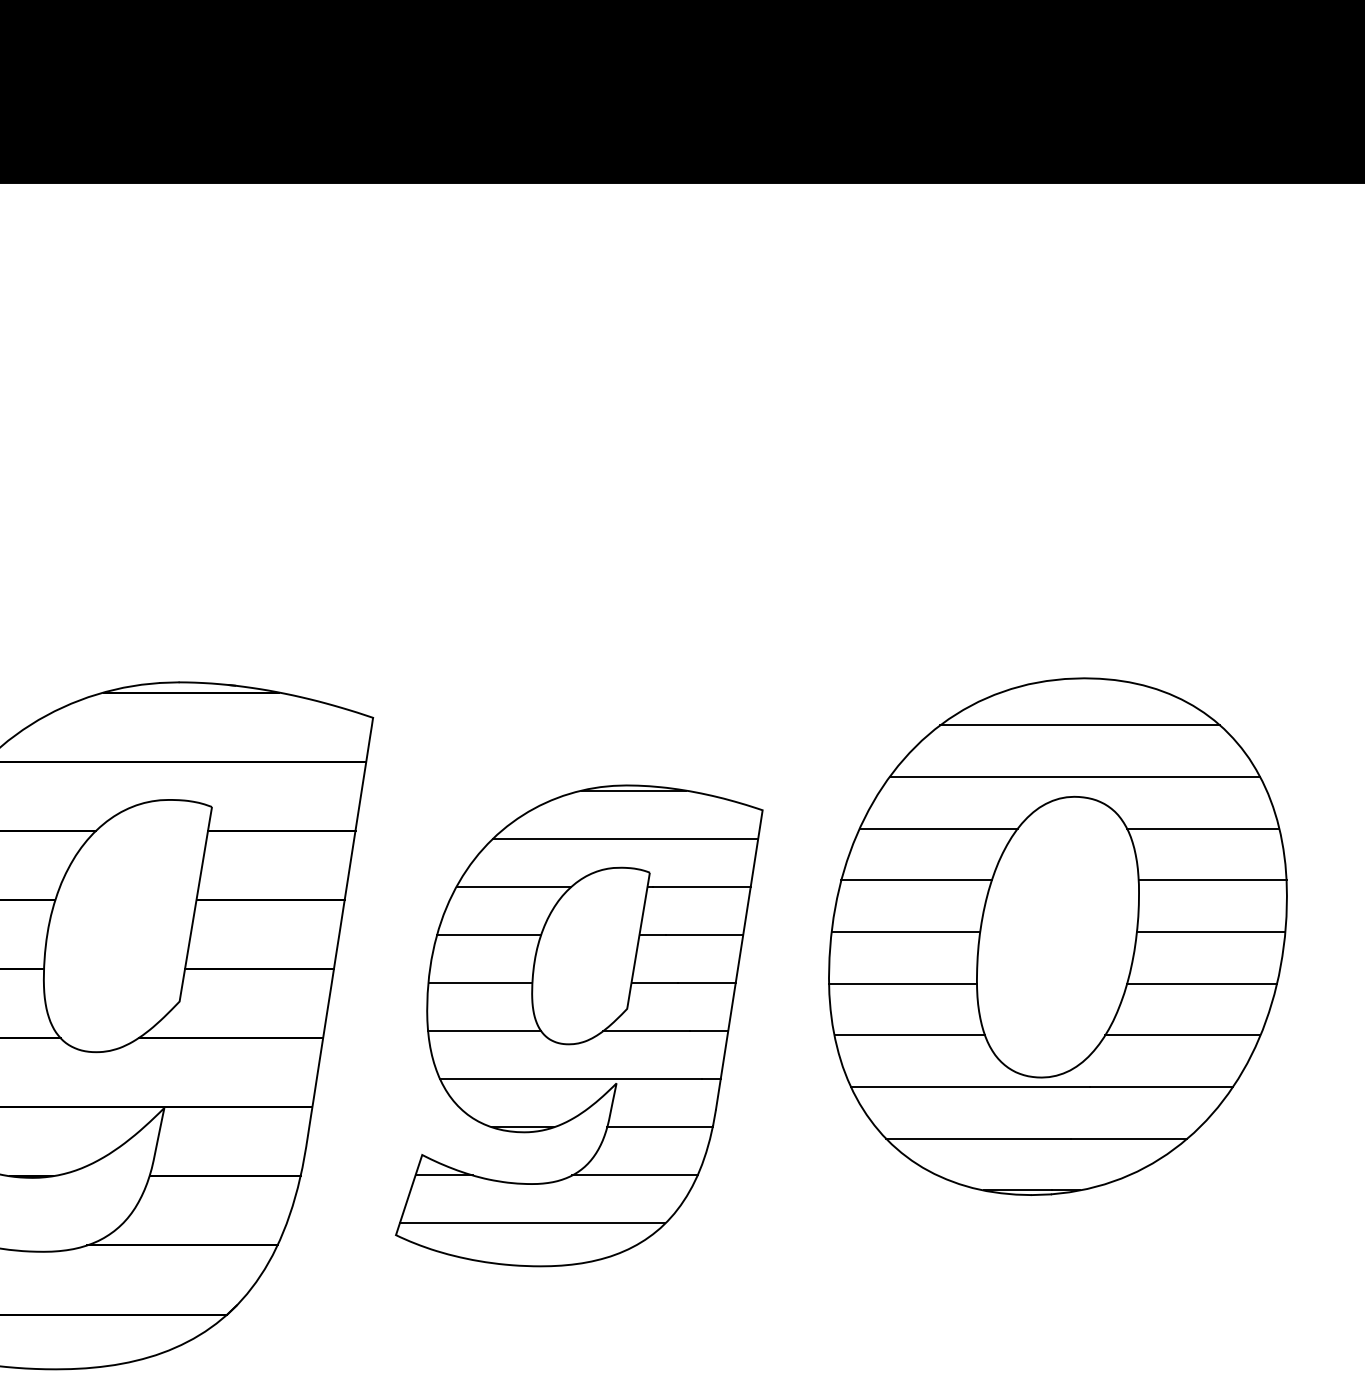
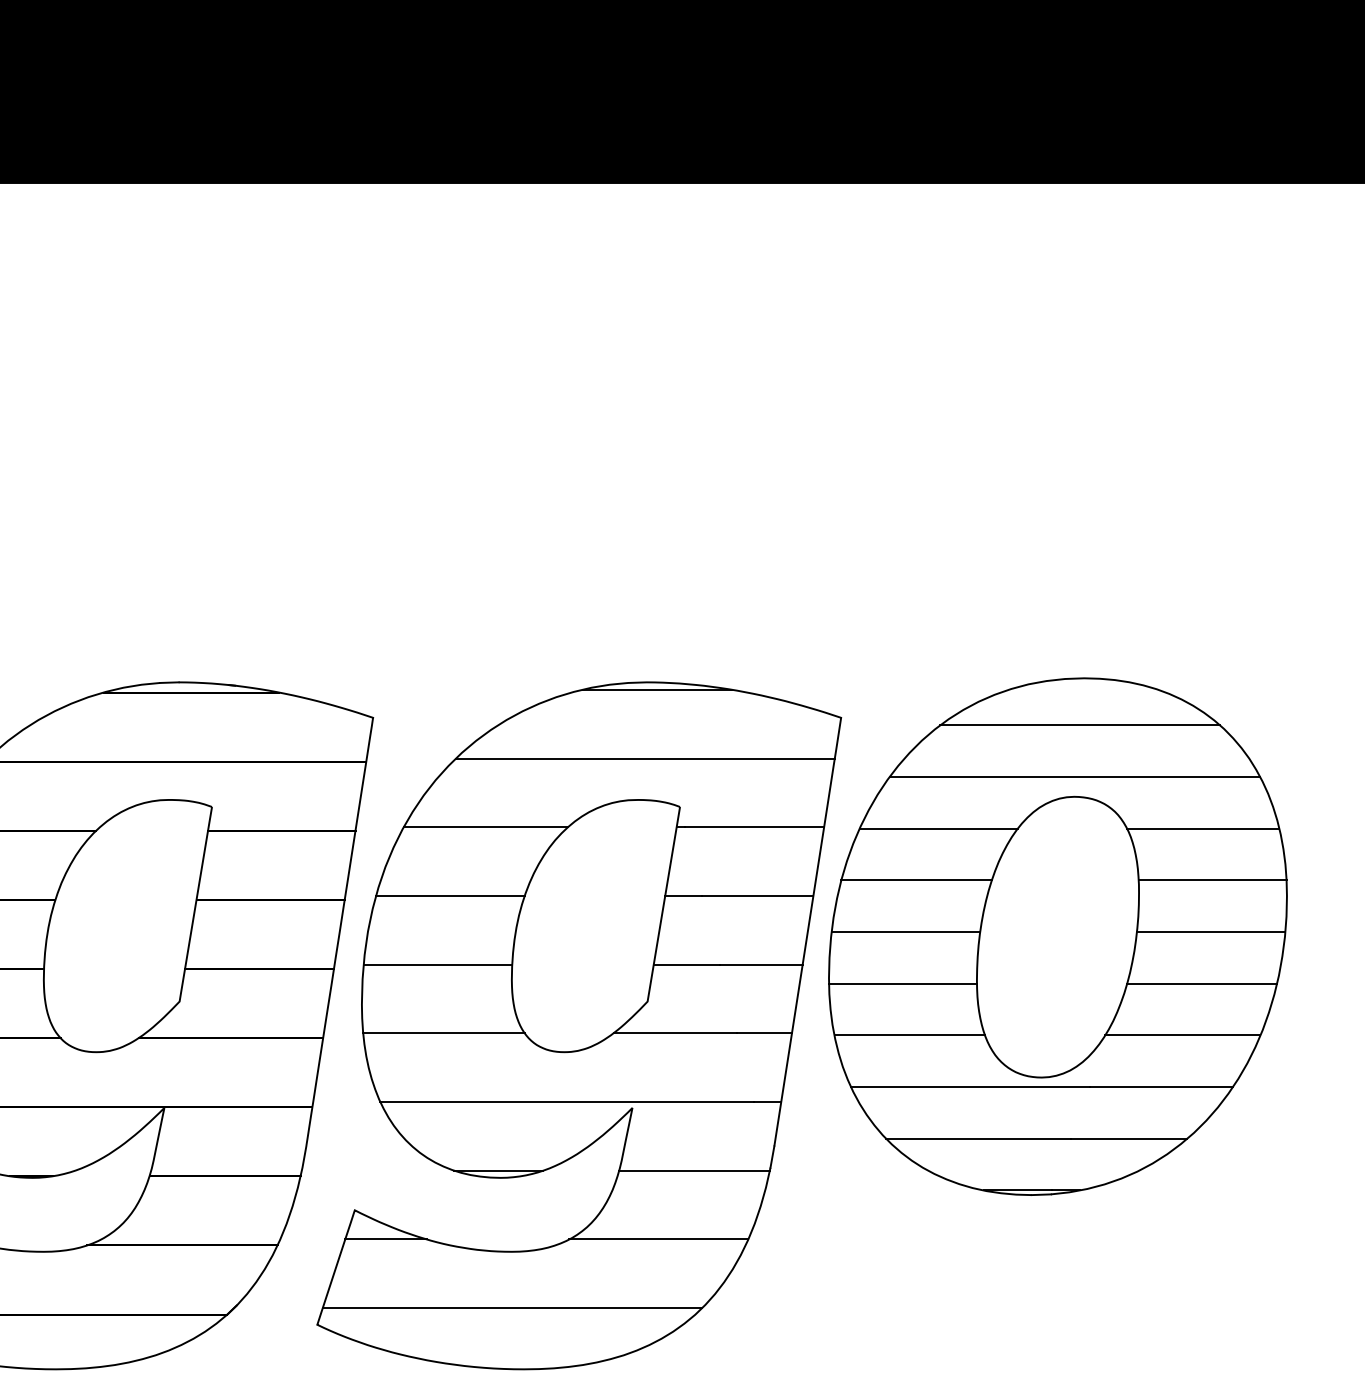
part at (579, 1025) size: 369x484 px -> 527x690 px
